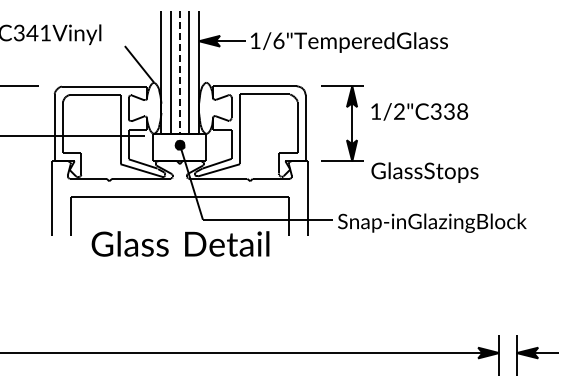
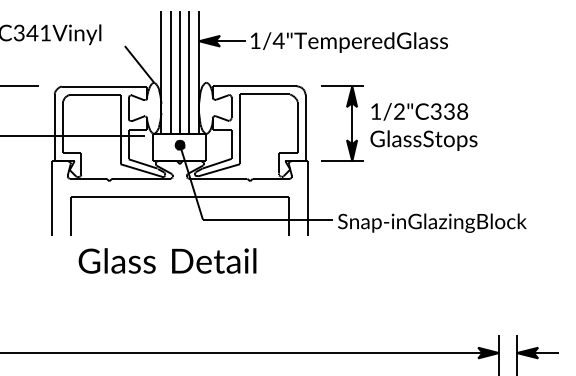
text at (278, 41): 1/6"TemperedGlass -> 1/4"TemperedGlass
line at (180, 73): dashed -> solid
text at (424, 172) position: (424, 172) -> (423, 140)
text at (180, 243) position: (180, 243) -> (167, 260)
